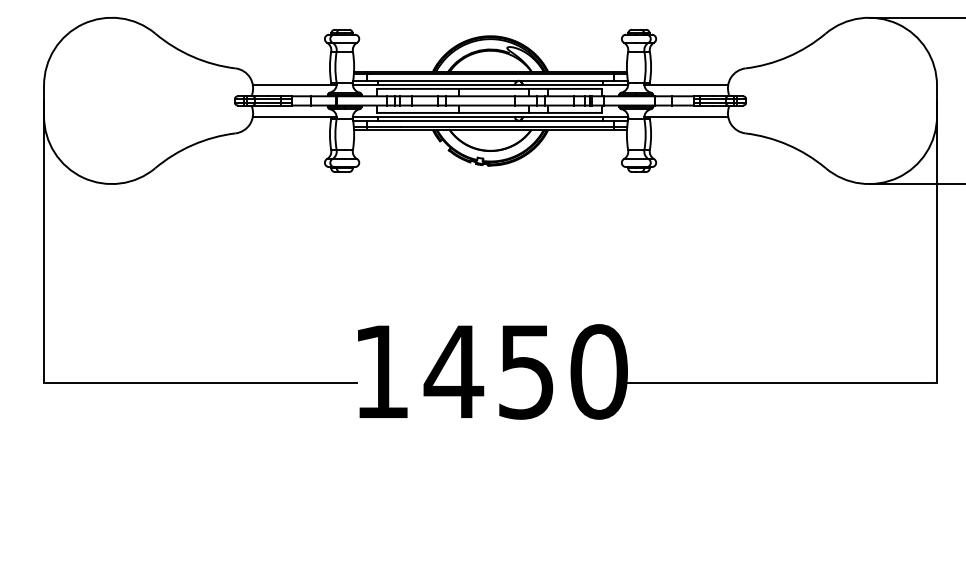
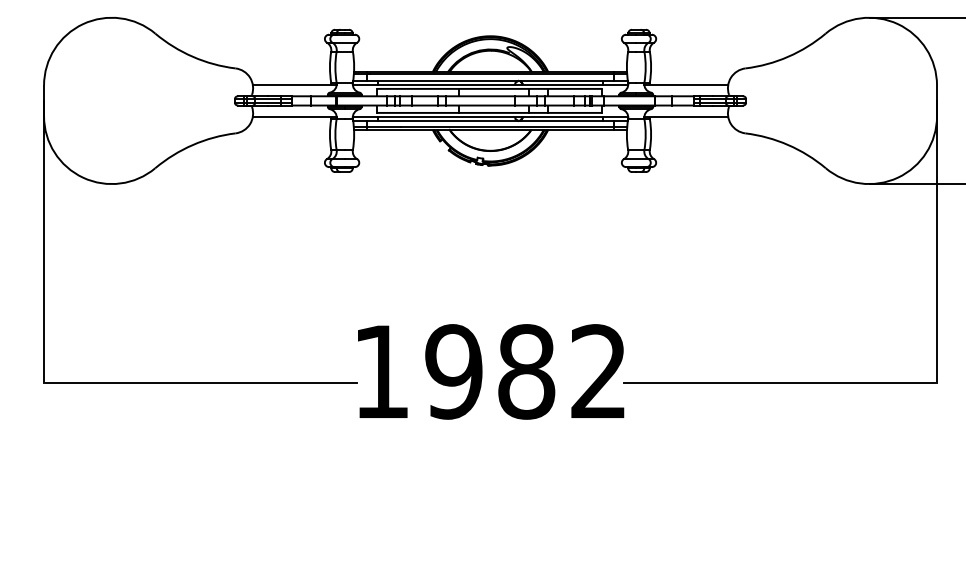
text at (525, 371): 1450 -> 1982
